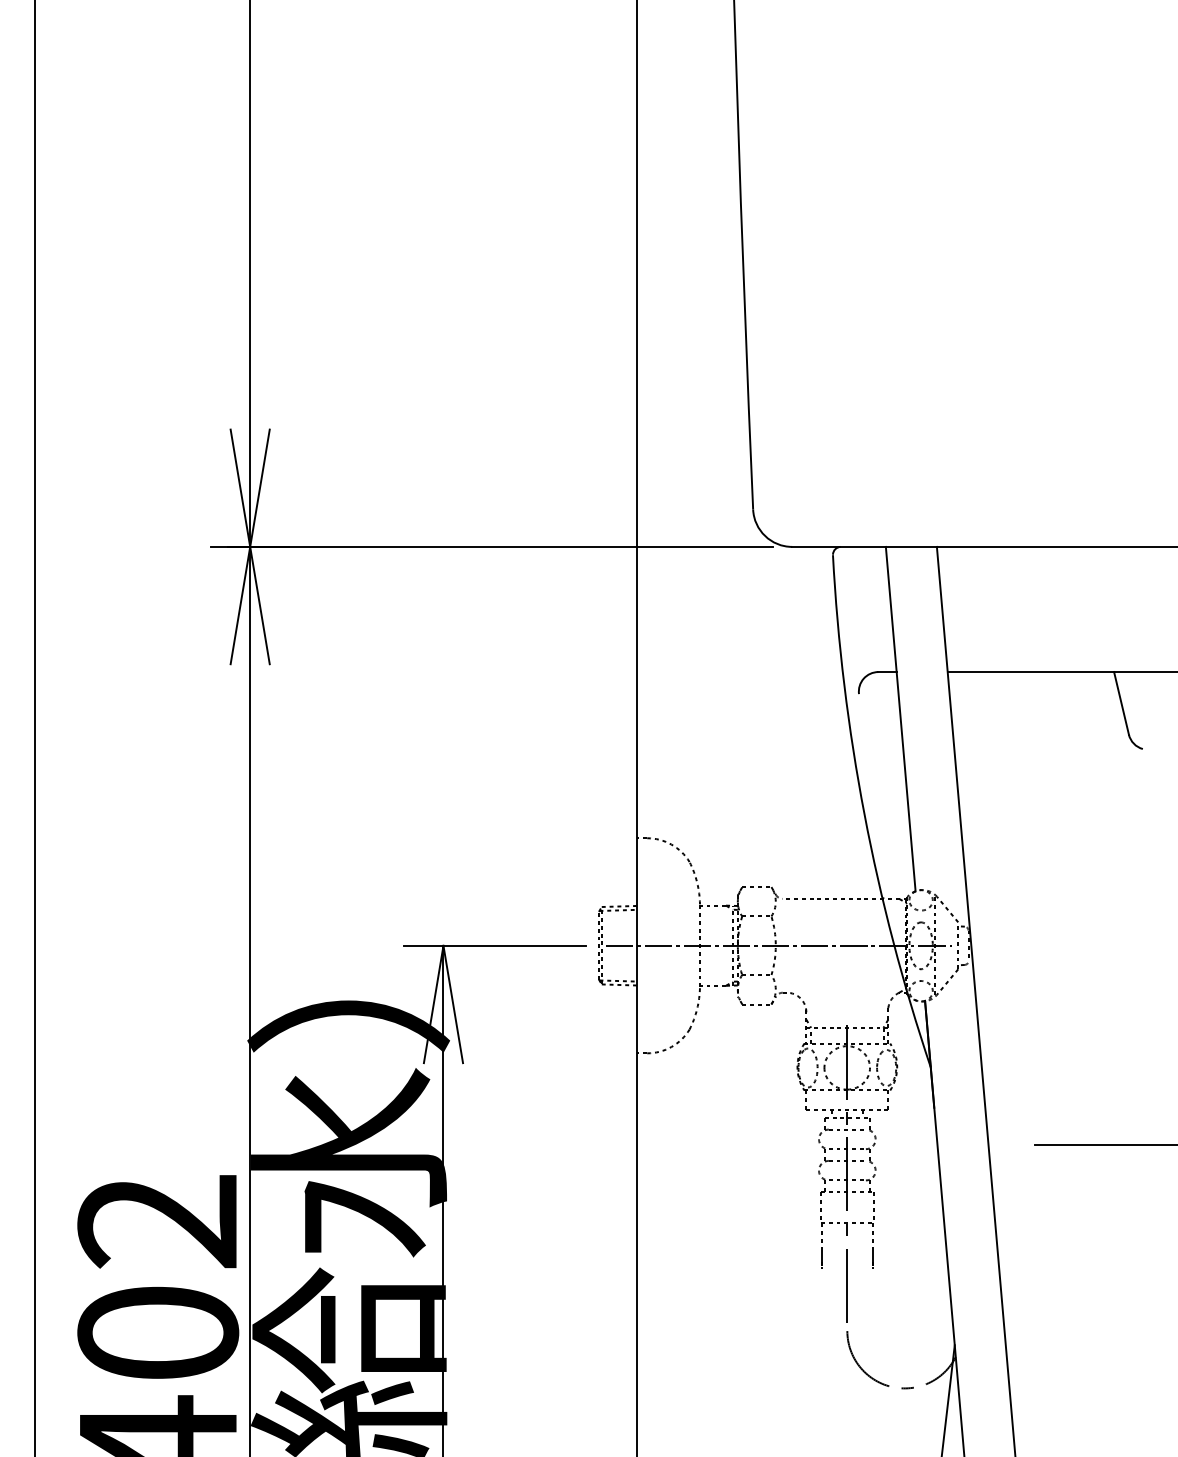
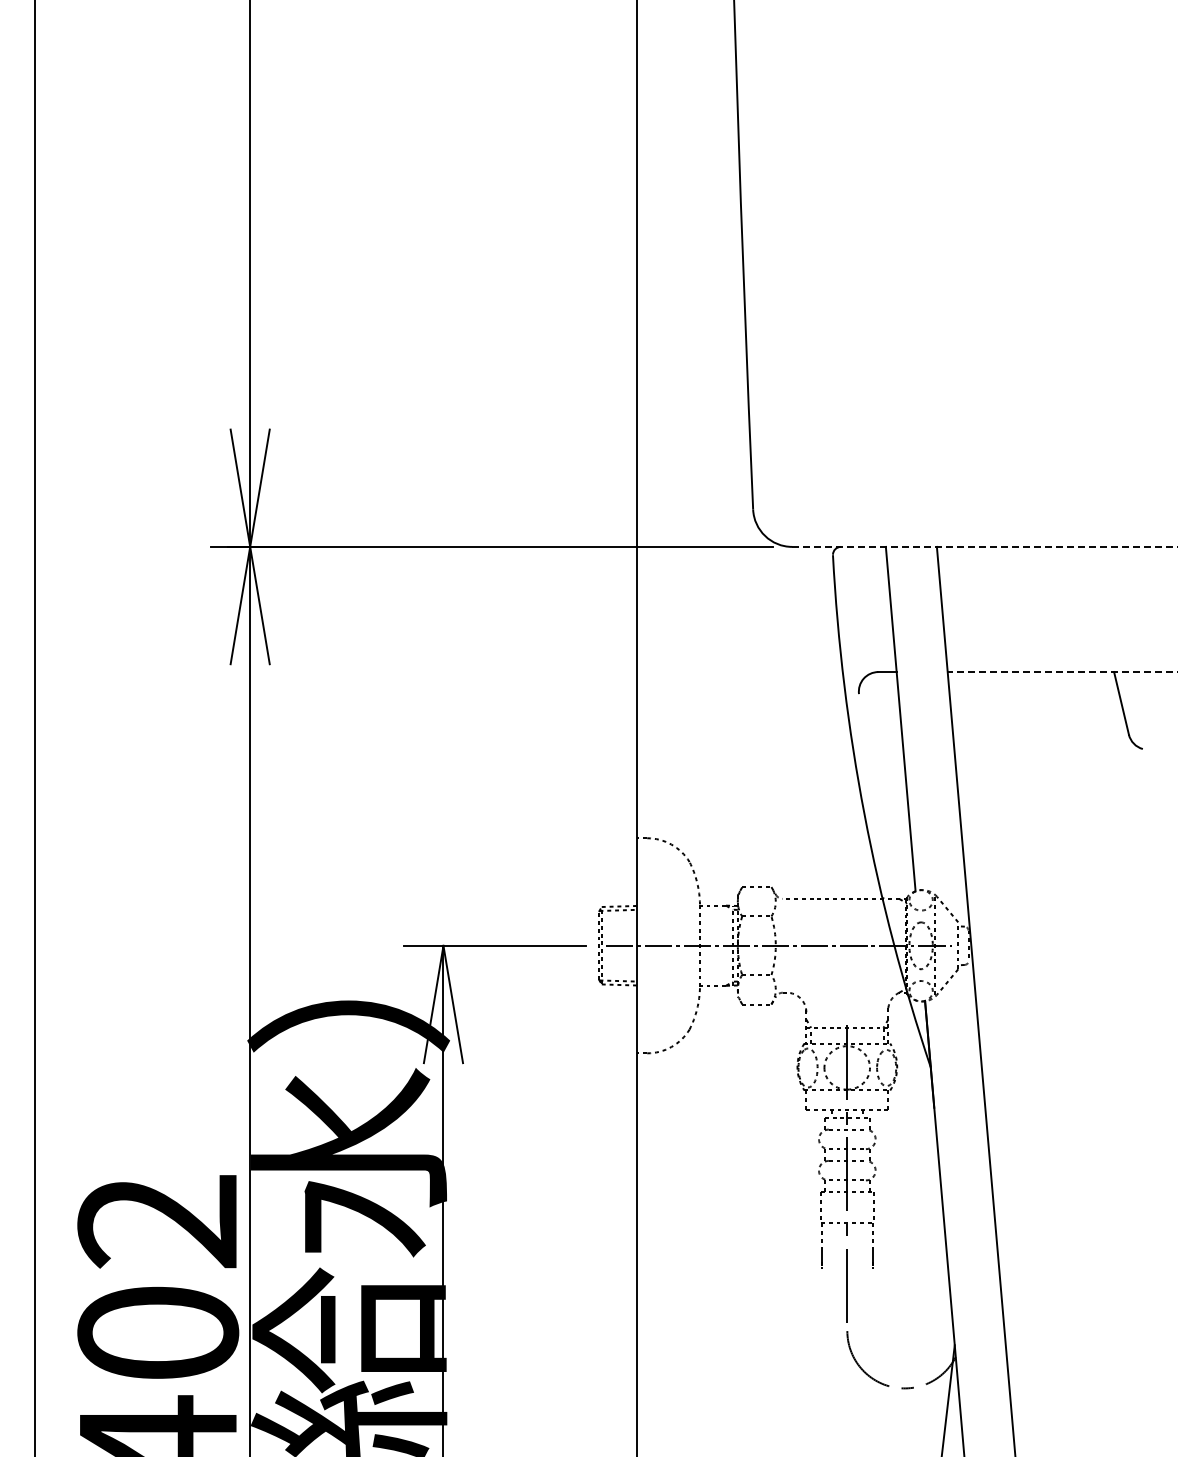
line at (985, 546): solid -> dashed
line at (1062, 672): solid -> dashed
line at (1104, 1145): present -> none
